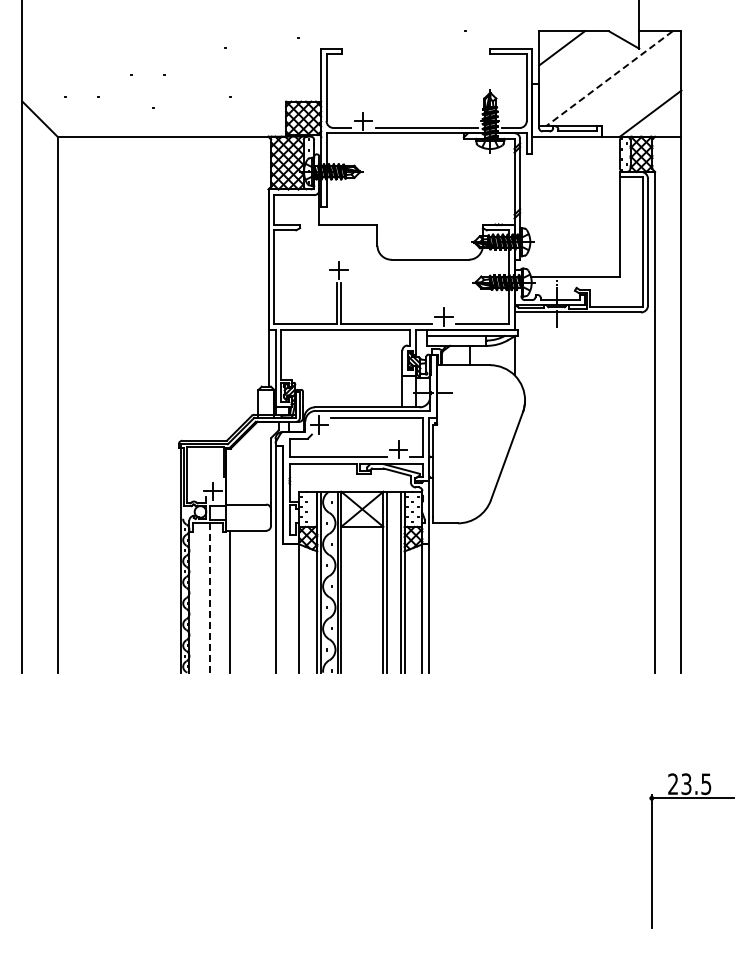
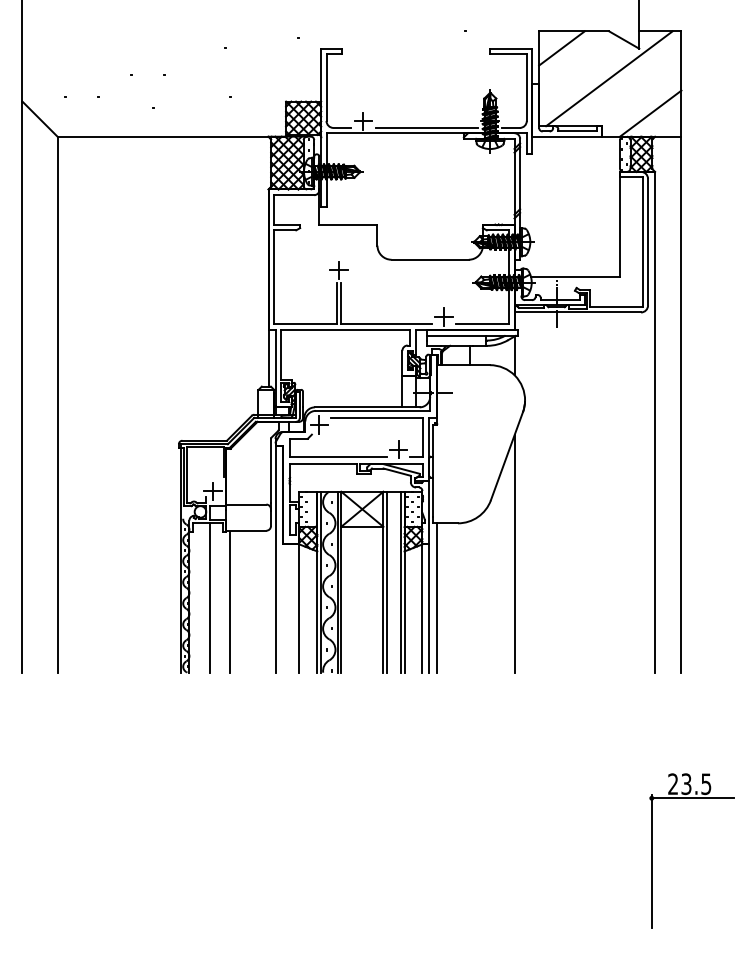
line at (609, 79): dashed -> solid
line at (514, 553): none -> present
line at (437, 597): none -> present
line at (210, 598): dashed -> solid
